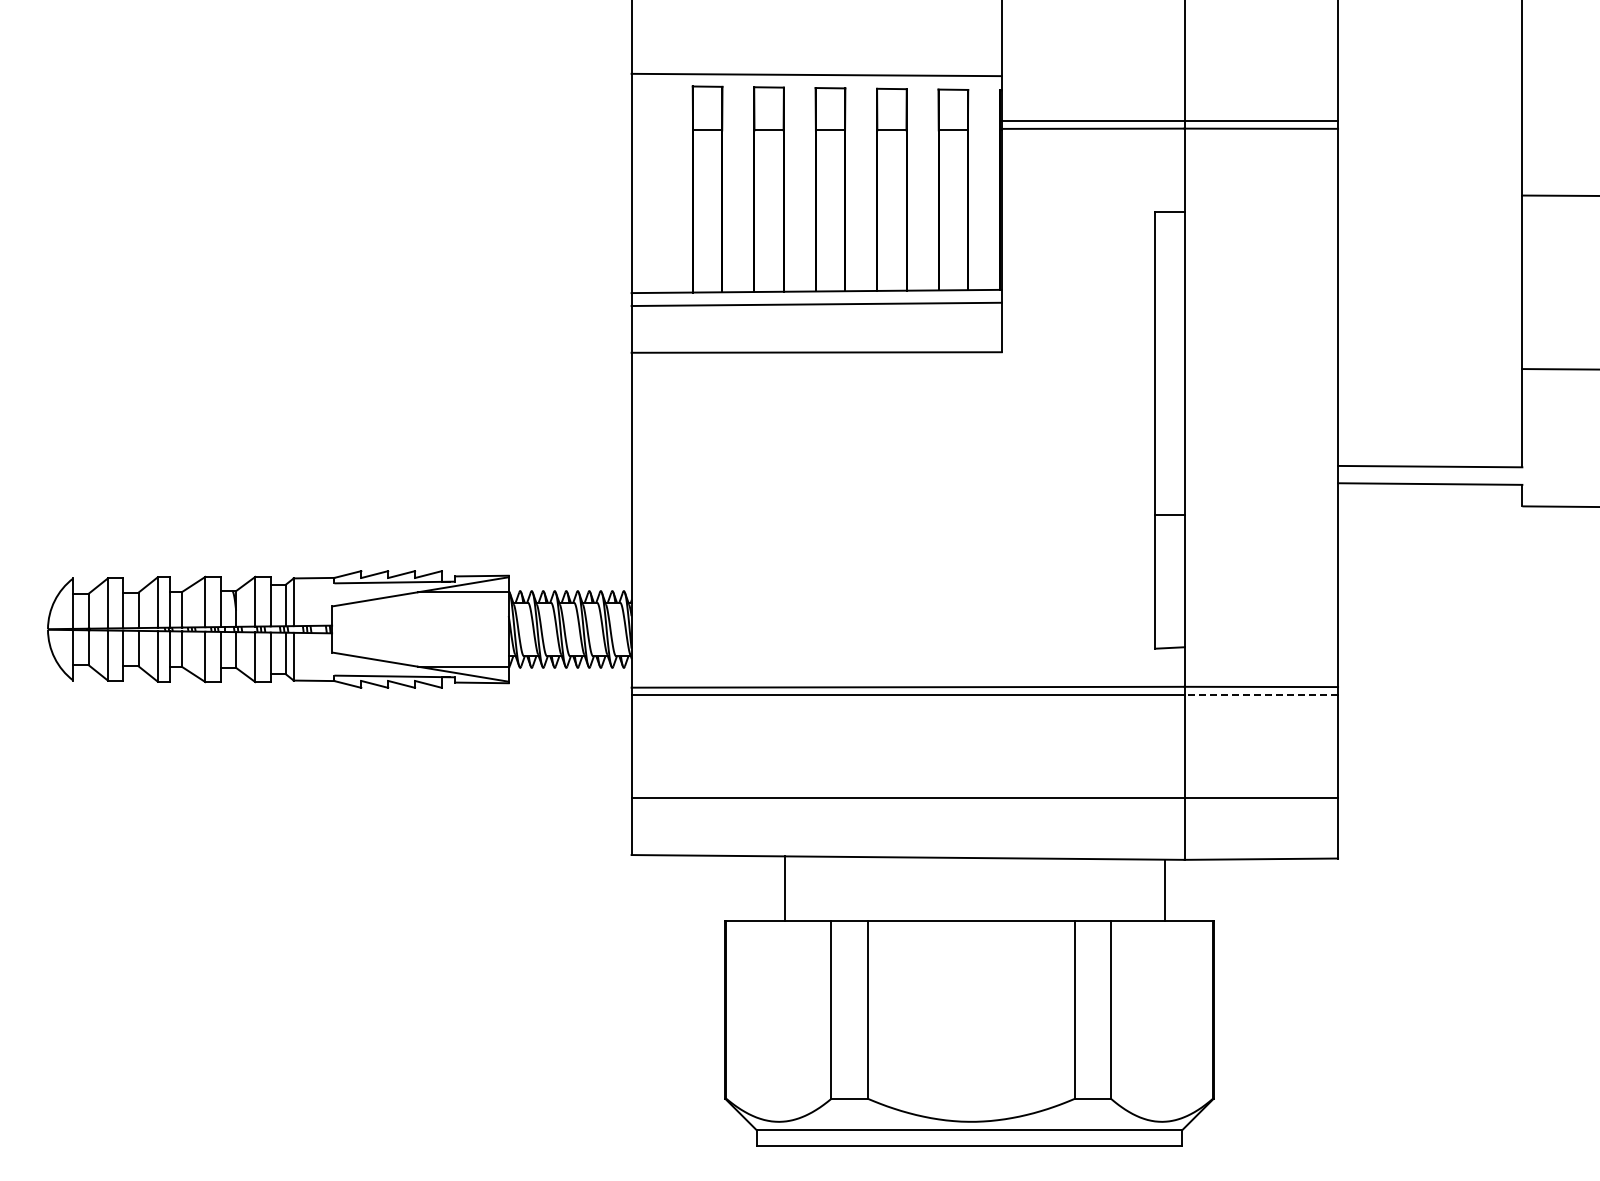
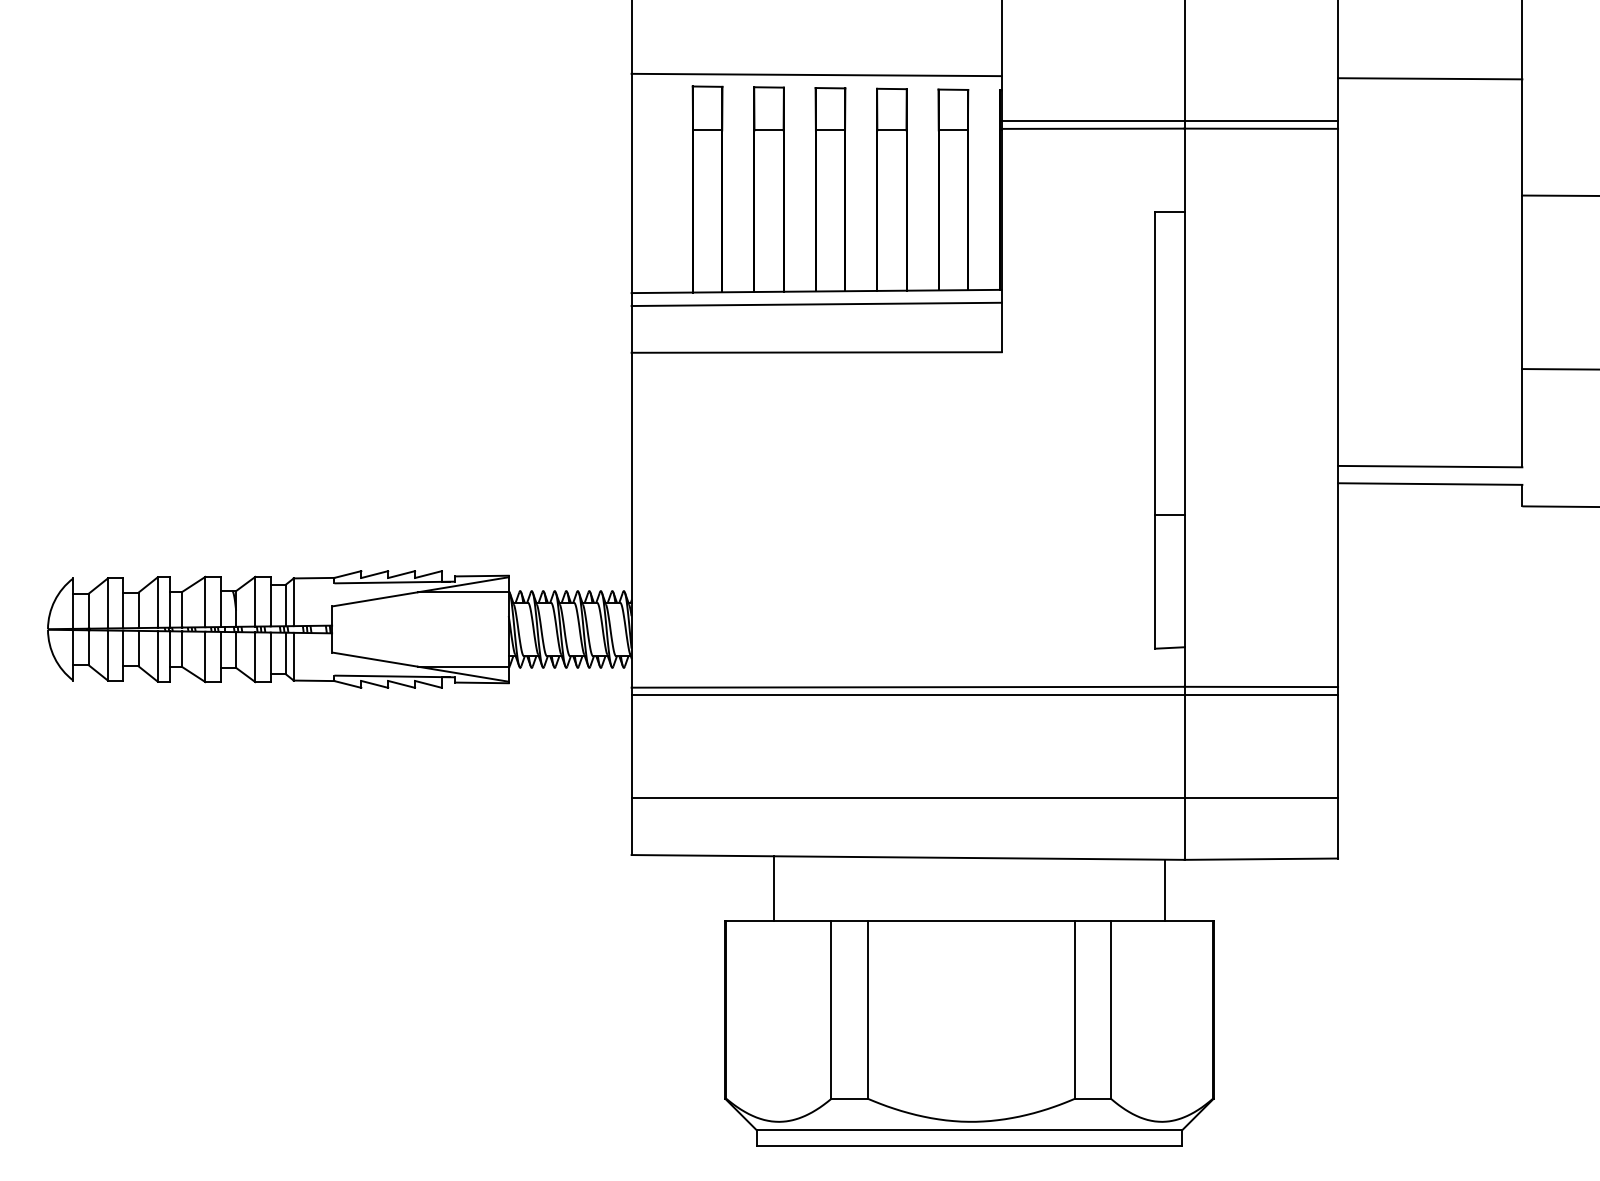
line at (1430, 78): none -> present
line at (1261, 694): dashed -> solid
line at (785, 888) position: (785, 888) -> (774, 888)
